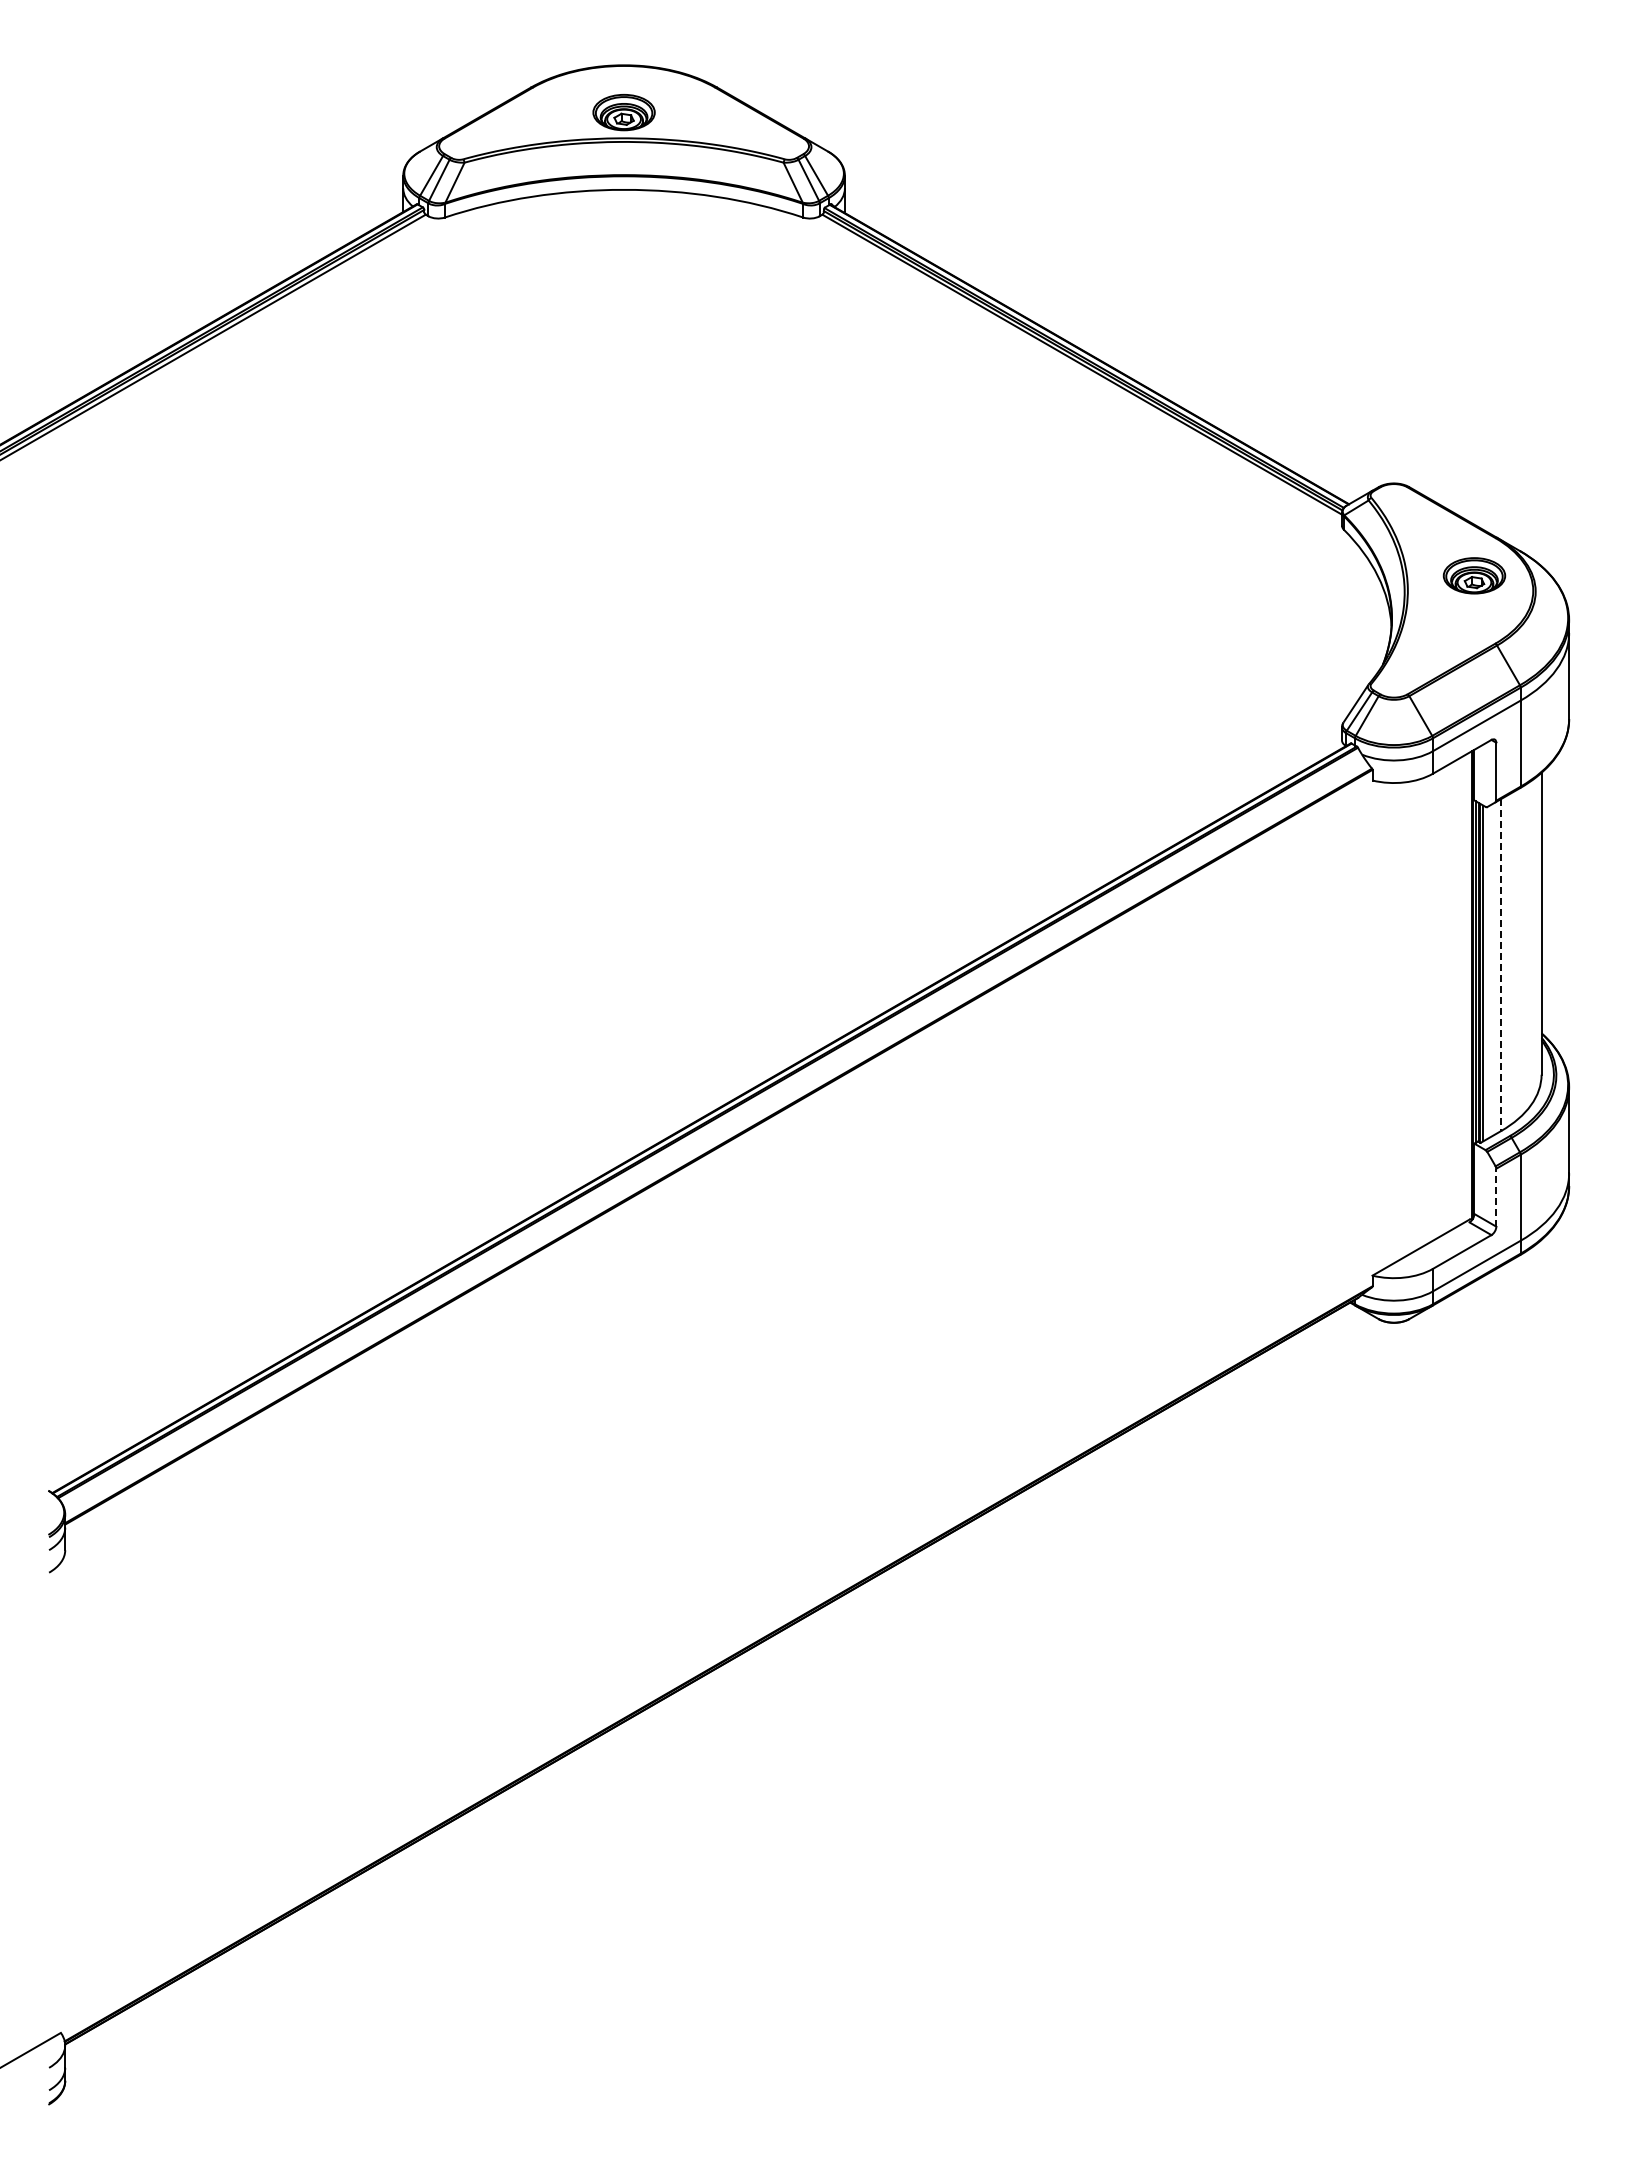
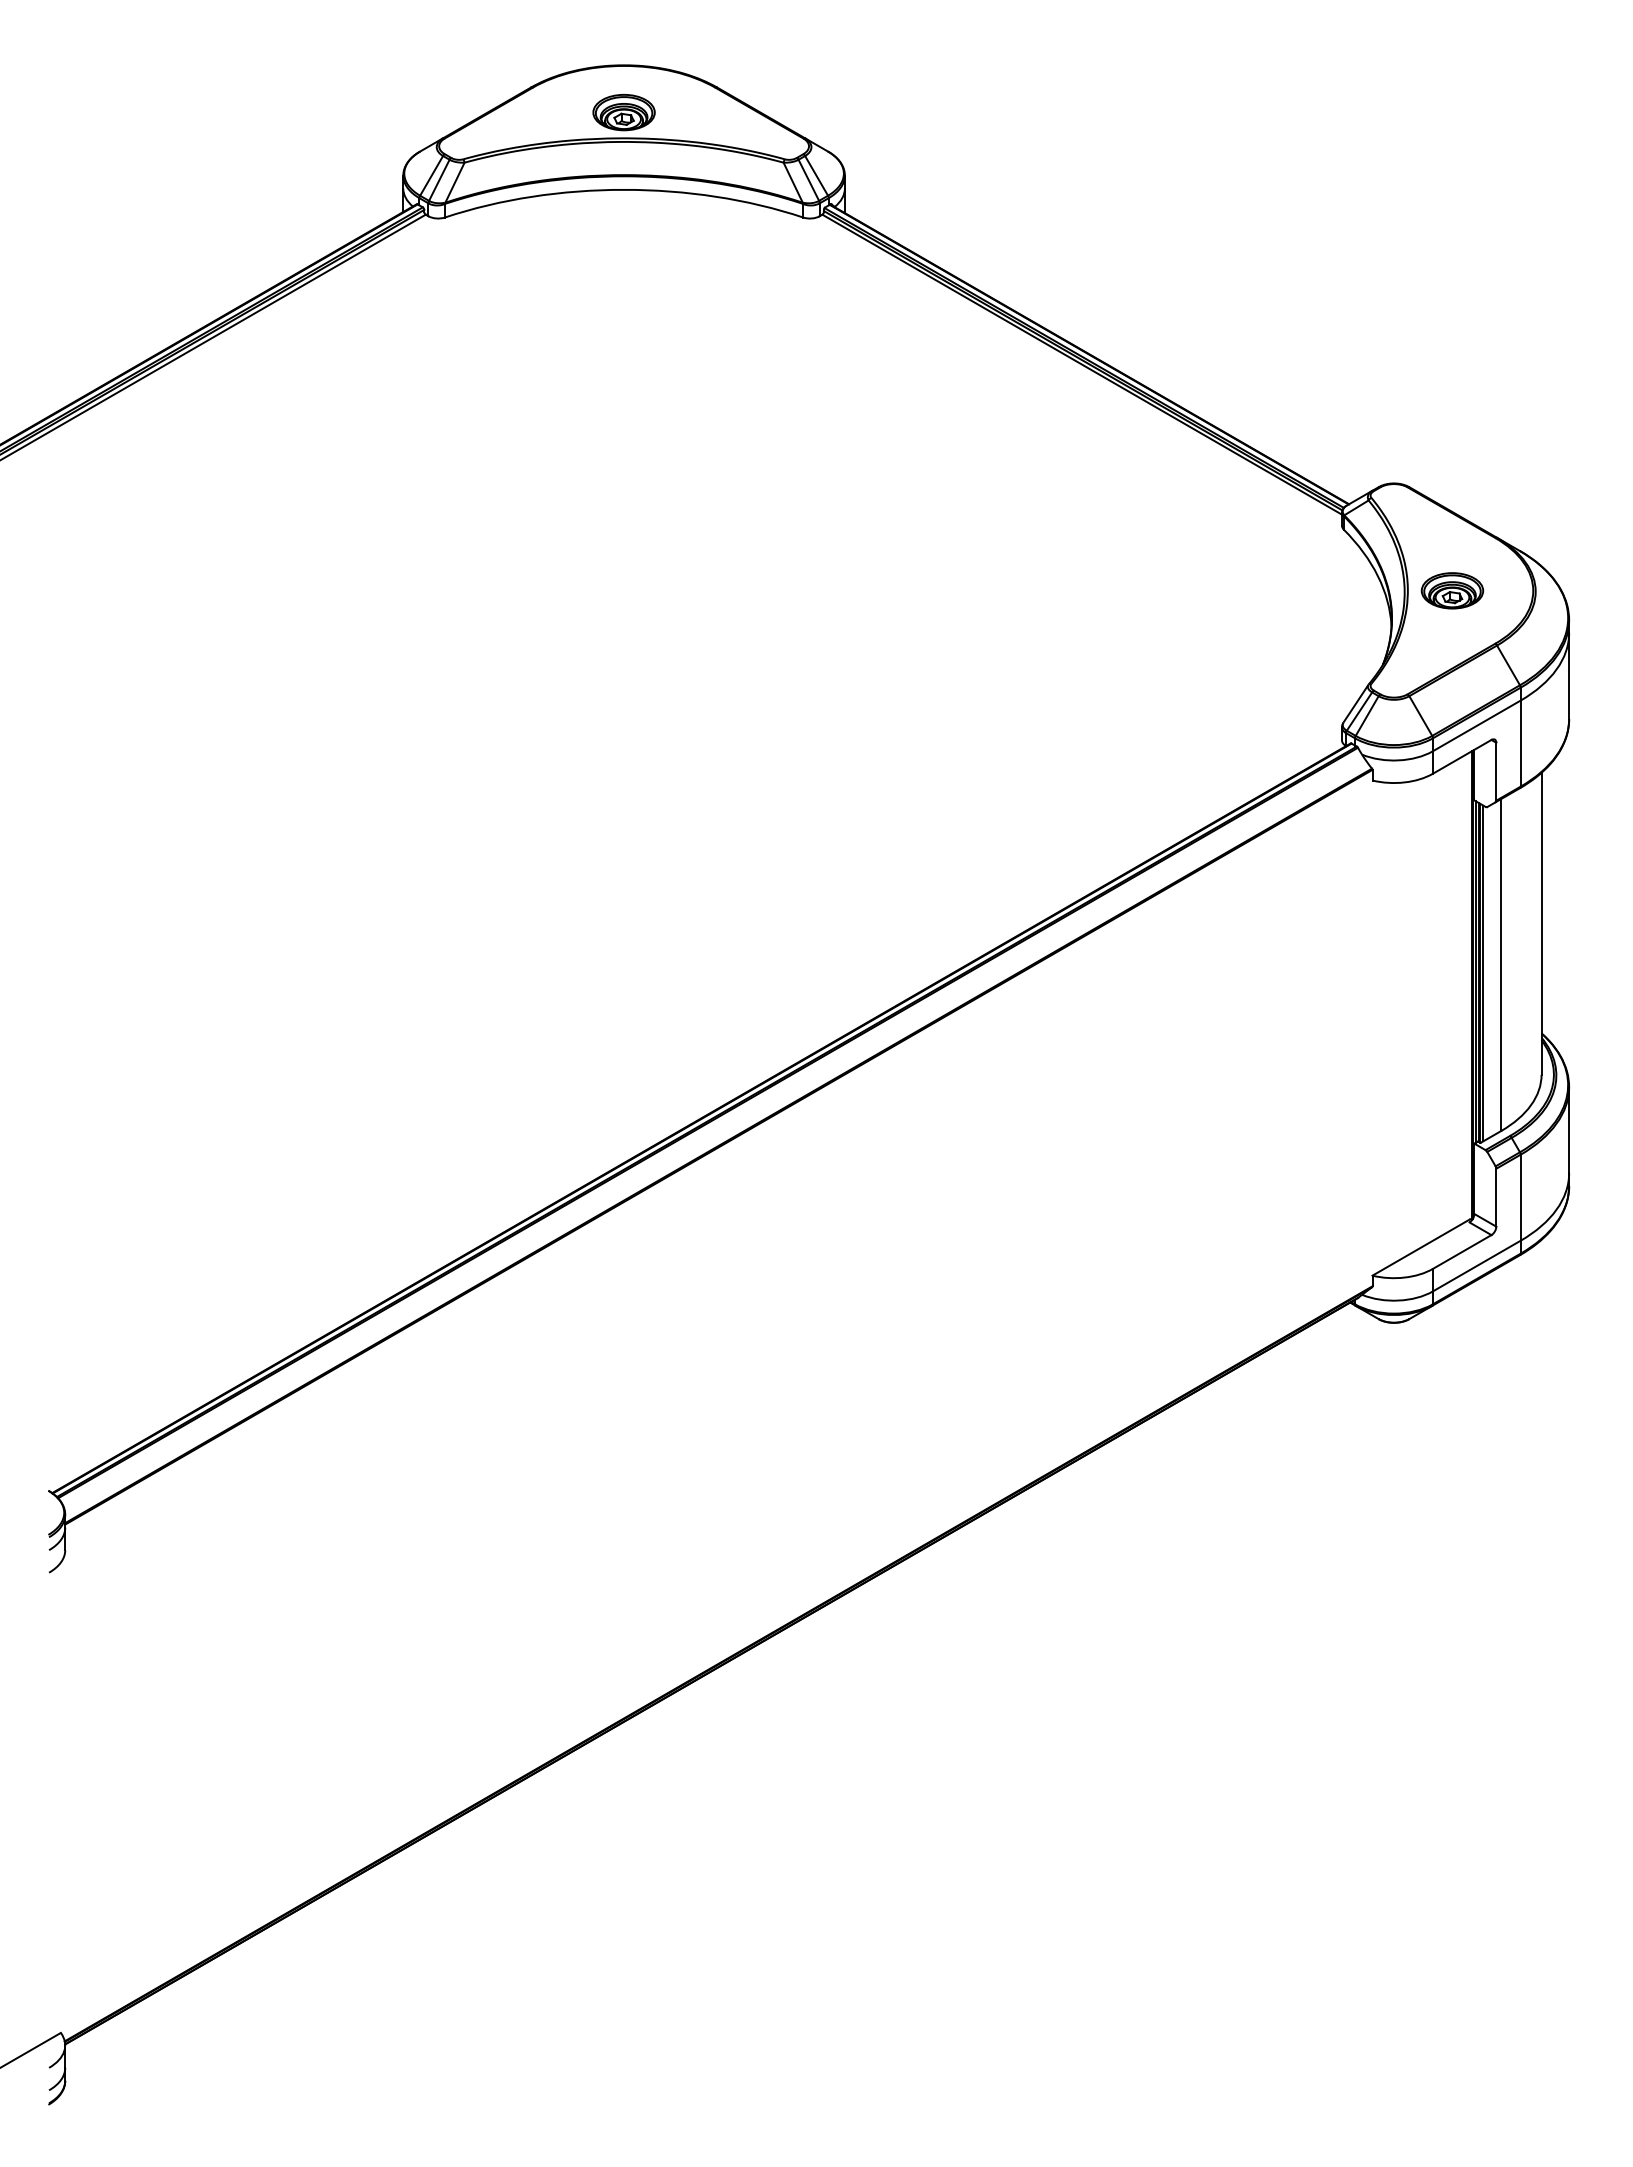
part at (1474, 575) position: (1474, 575) -> (1452, 590)
line at (1501, 965): dashed -> solid
line at (1496, 1197): dashed -> solid
